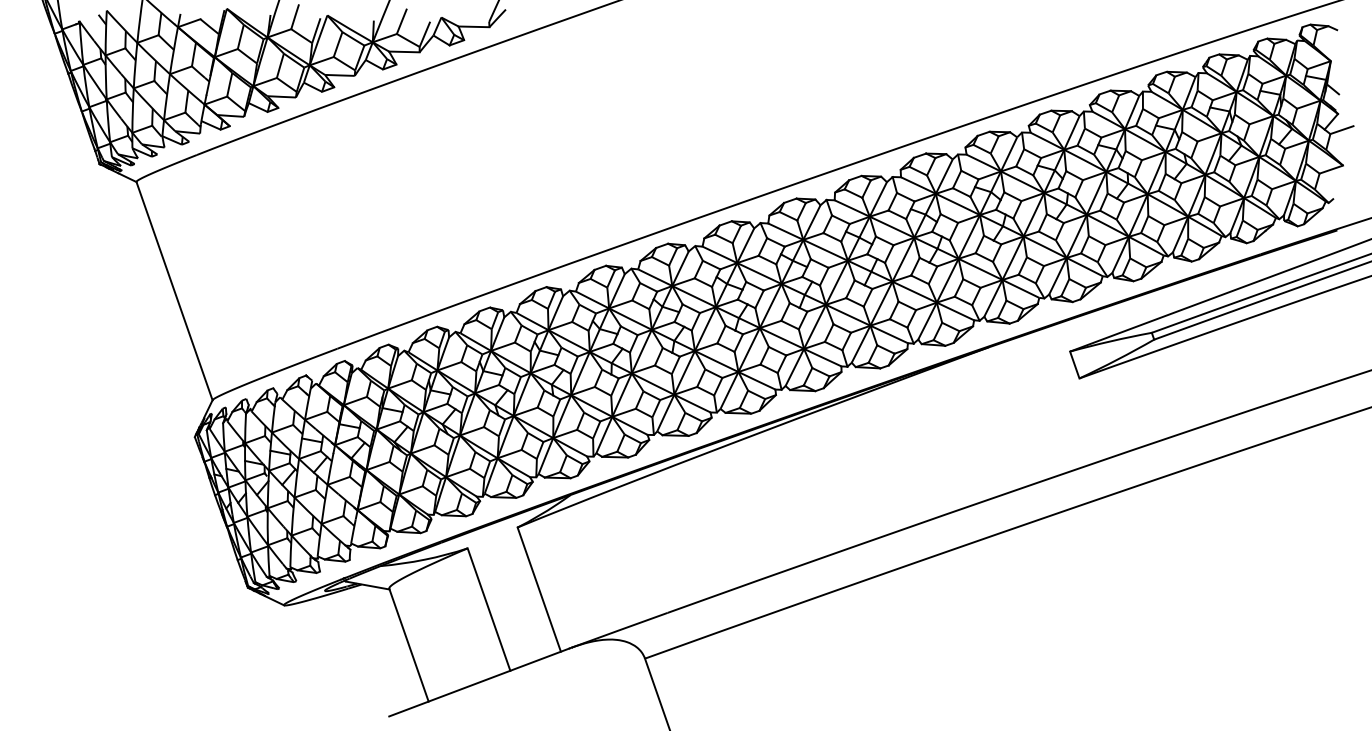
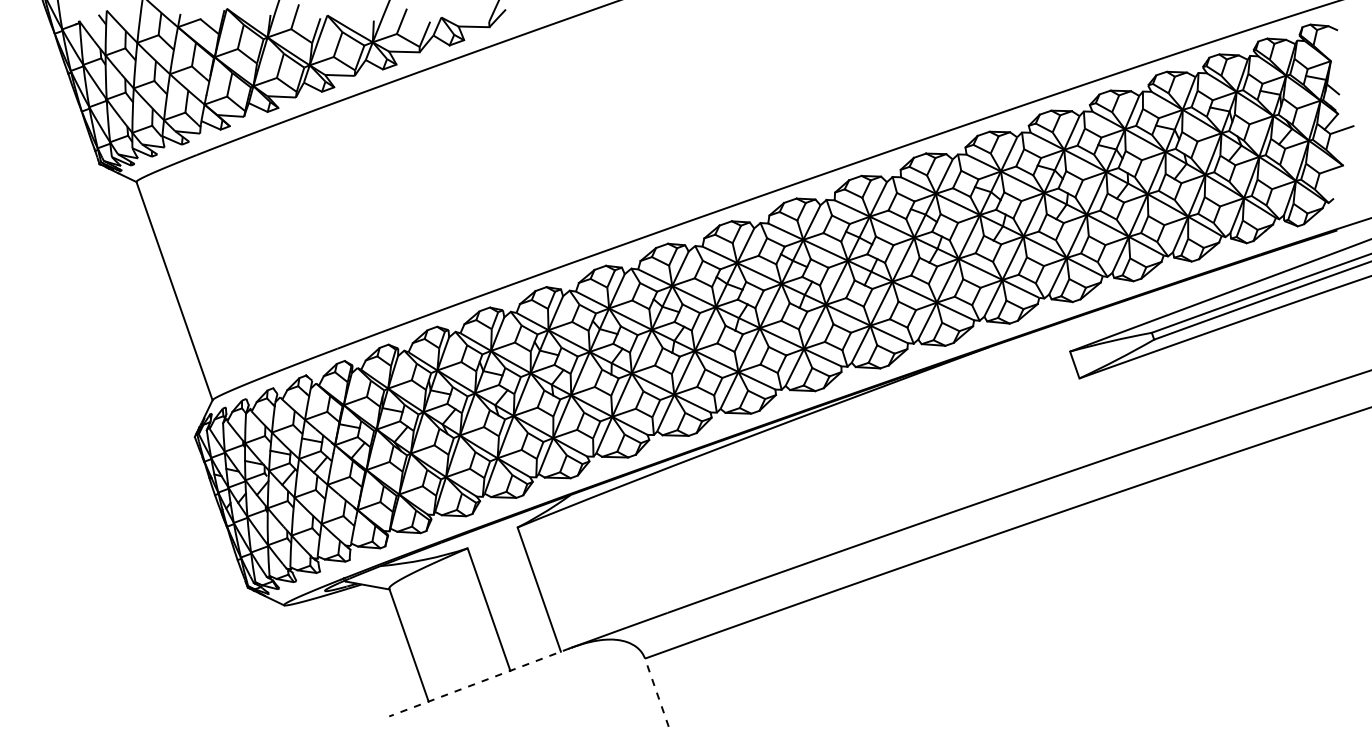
line at (478, 682): solid -> dashed
line at (657, 694): solid -> dashed
